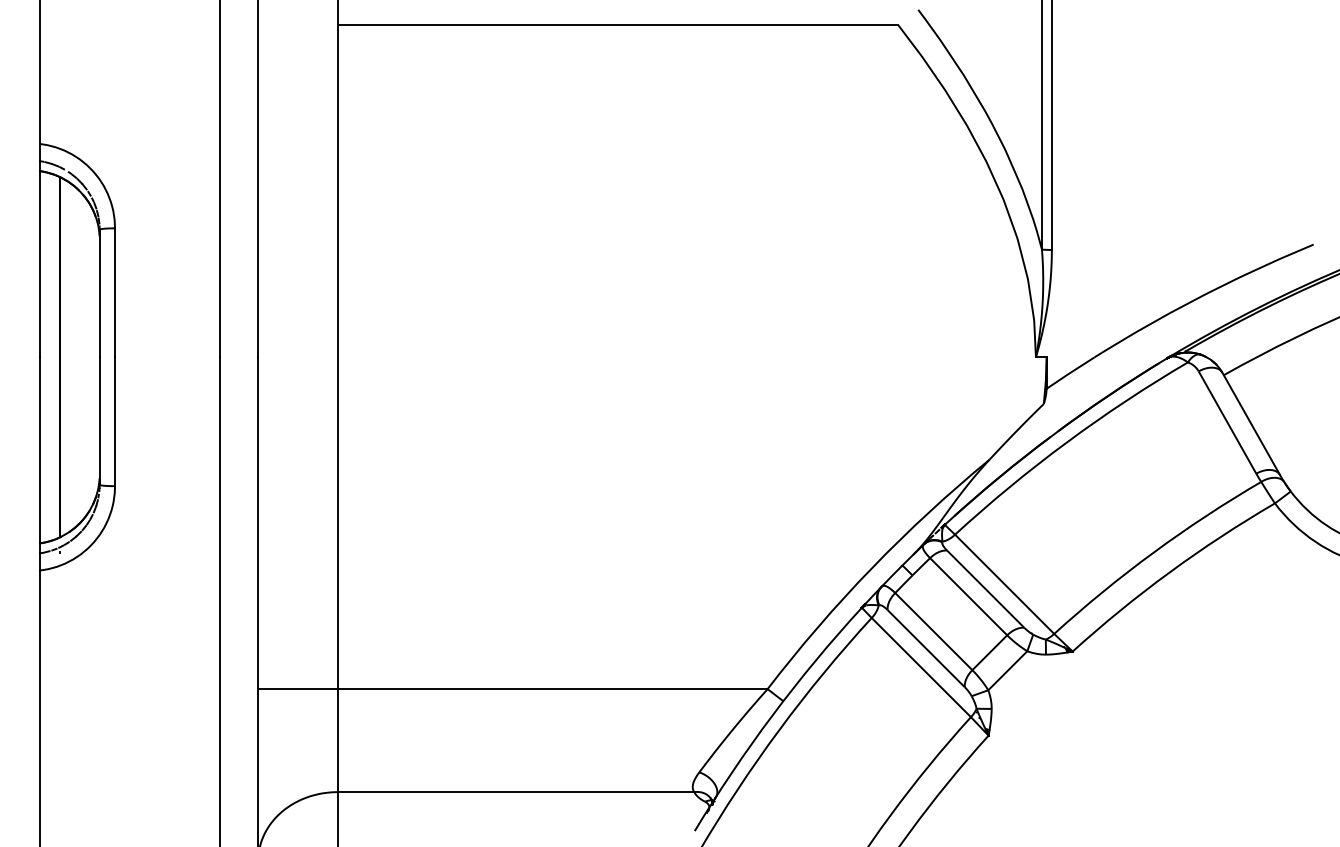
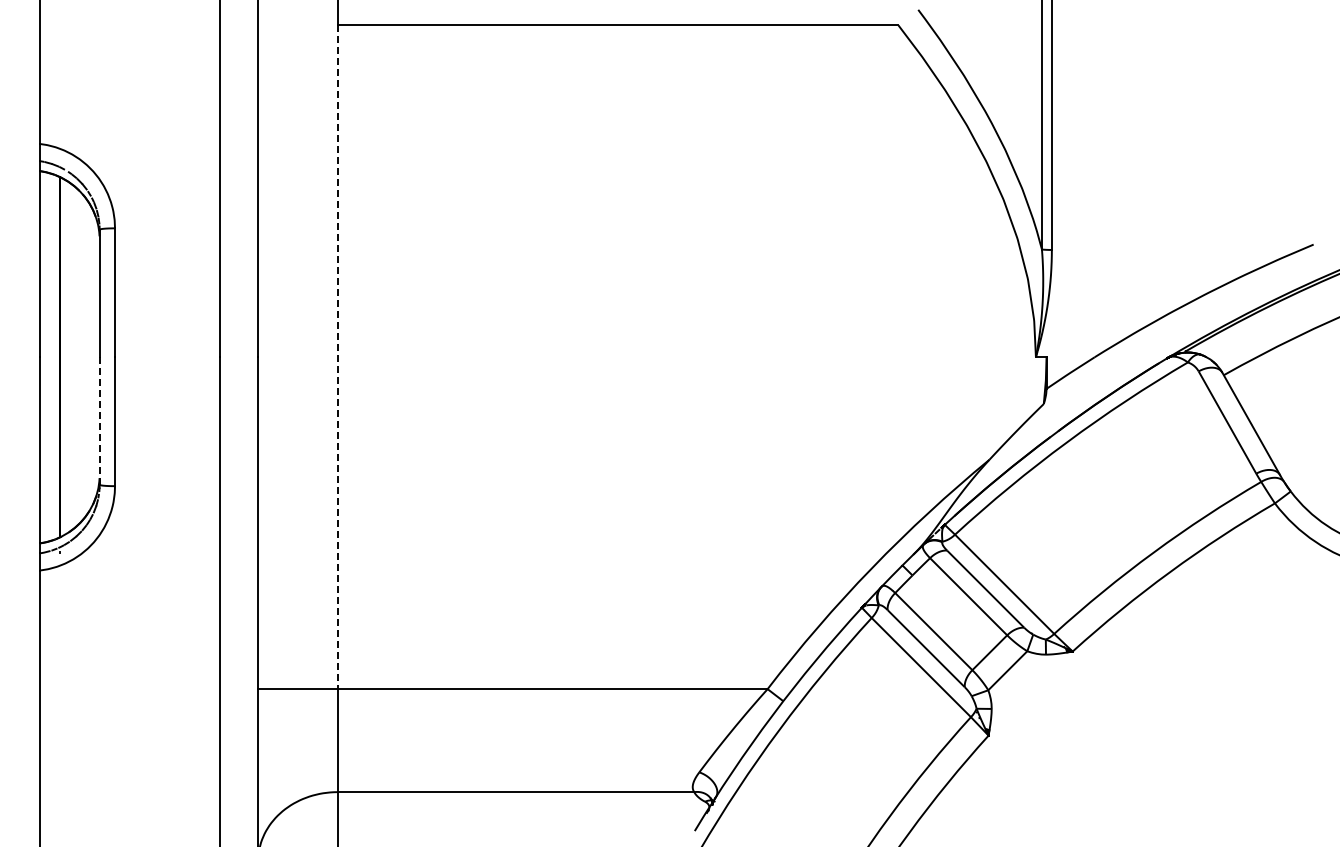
line at (337, 357): solid -> dashed
line at (99, 421): solid -> dashed
